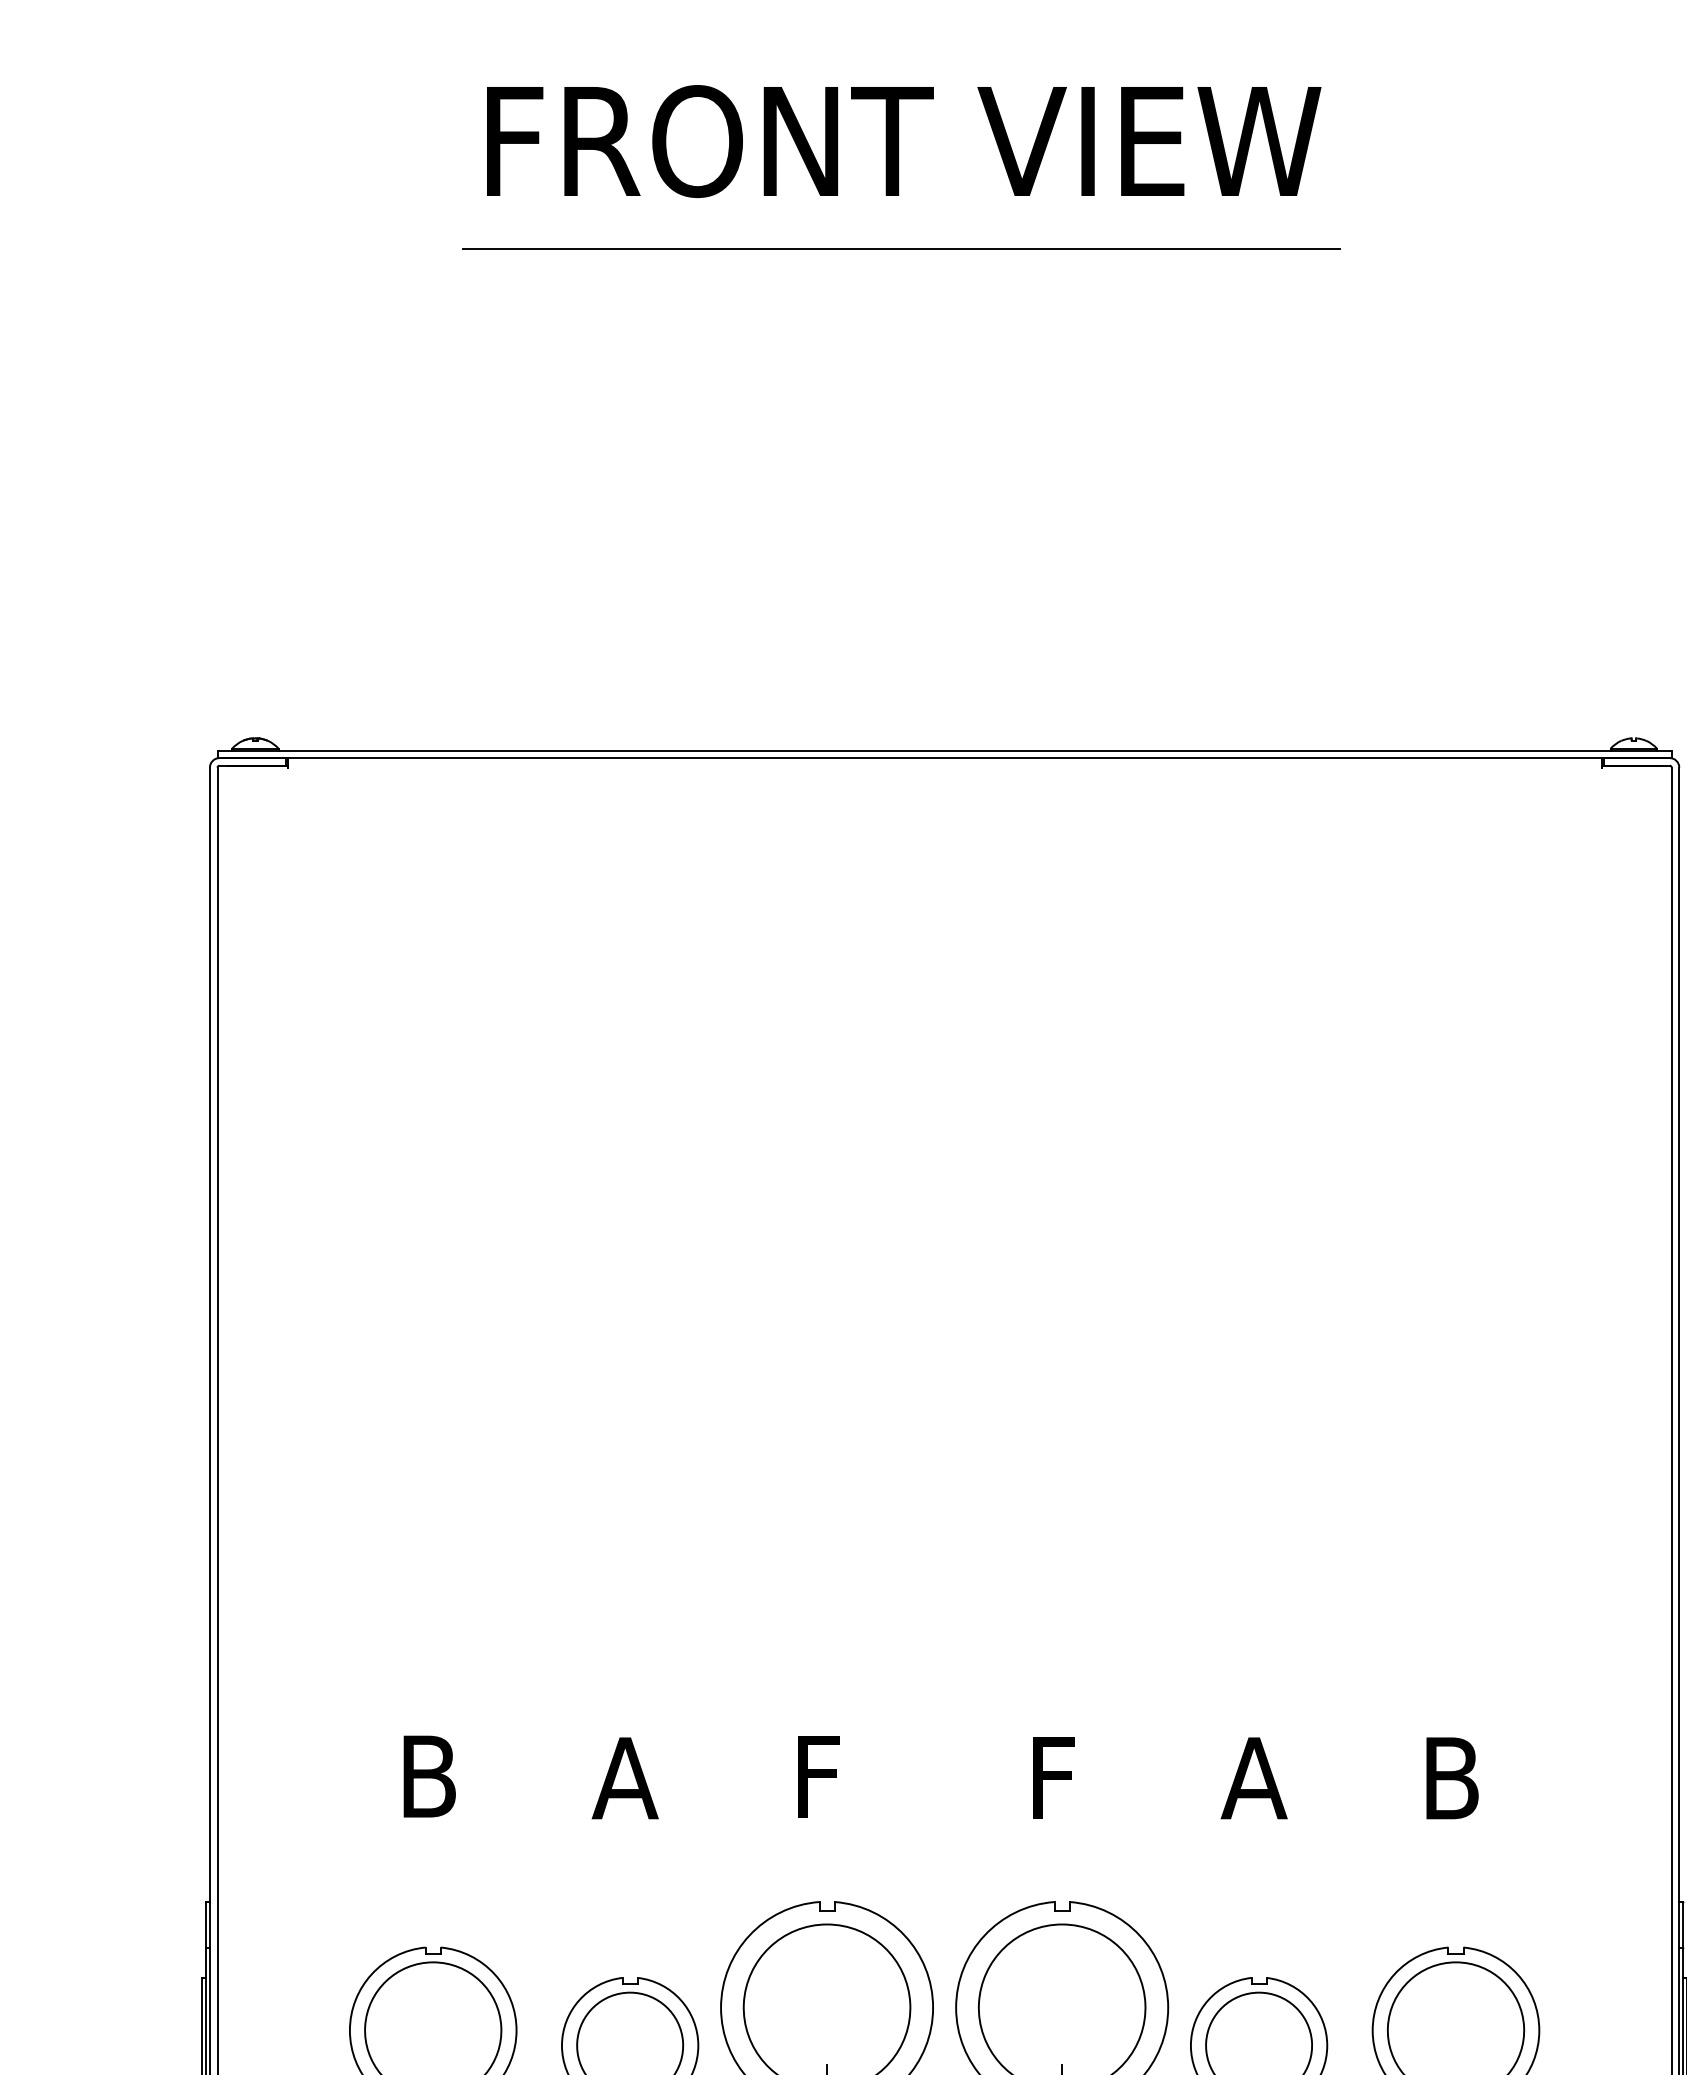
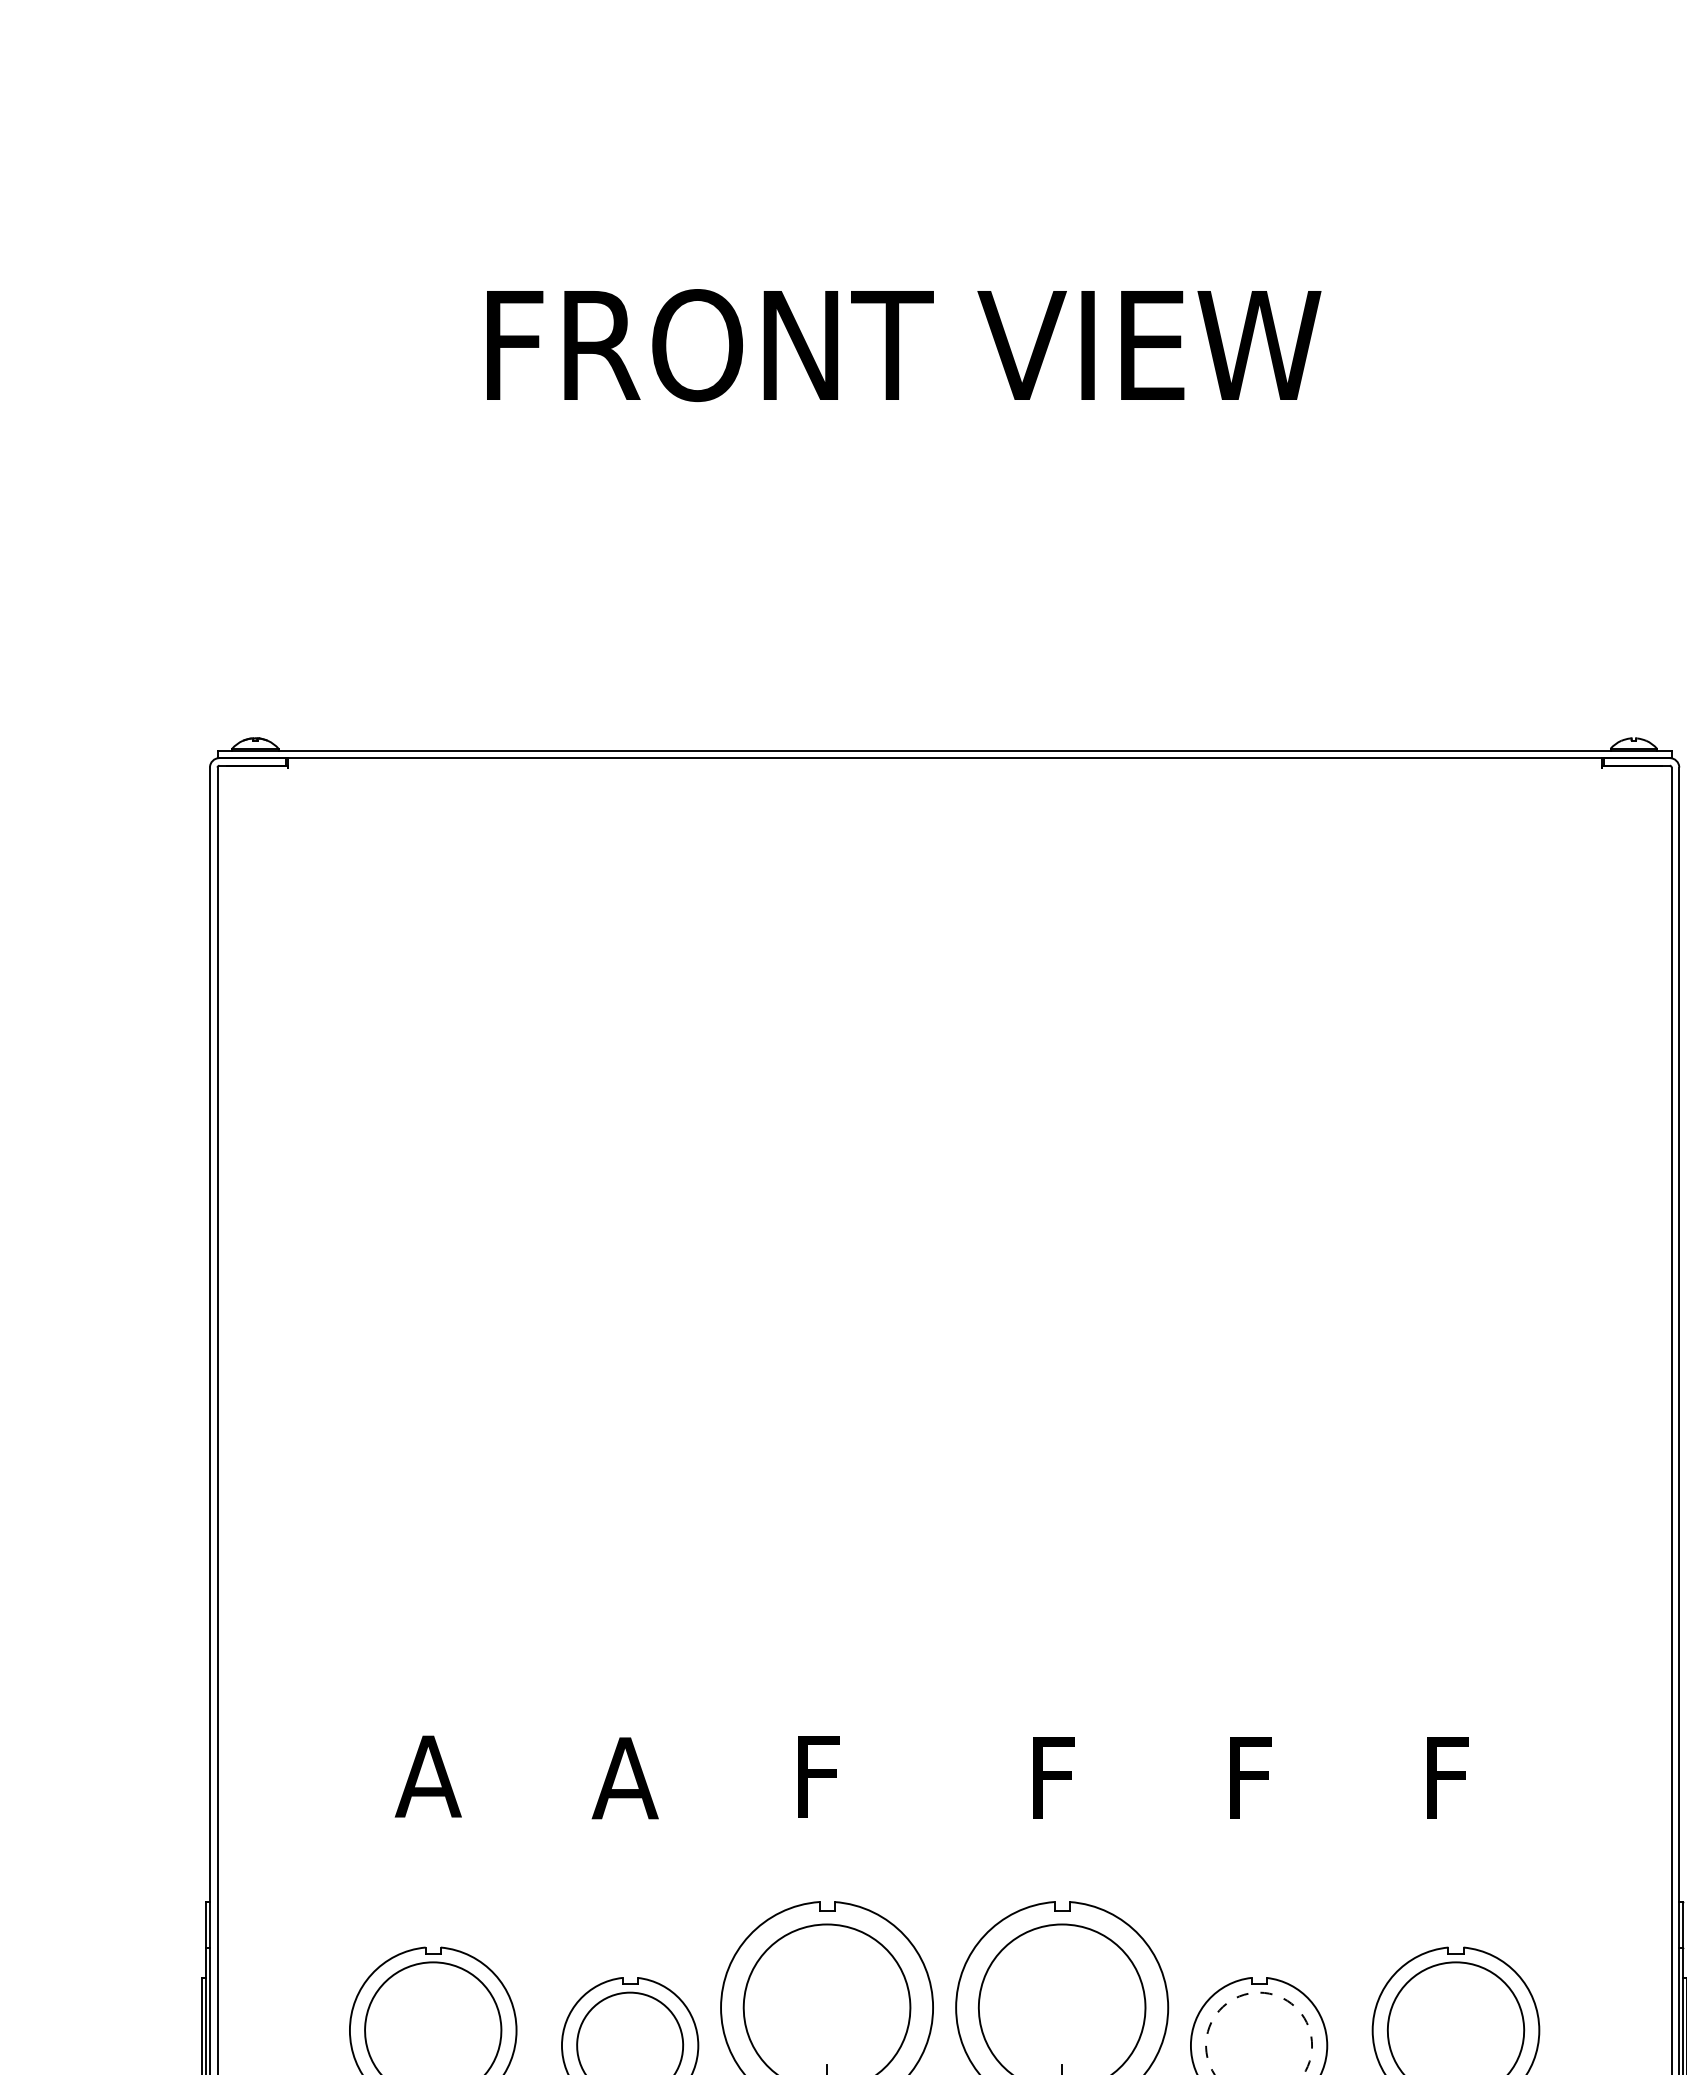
text at (904, 141) position: (904, 141) -> (904, 345)
line at (900, 249): present -> none
text at (427, 1776): B -> A
text at (1253, 1778): A -> F
text at (1452, 1778): B -> F
arc at (1259, 1992): solid -> dashed
